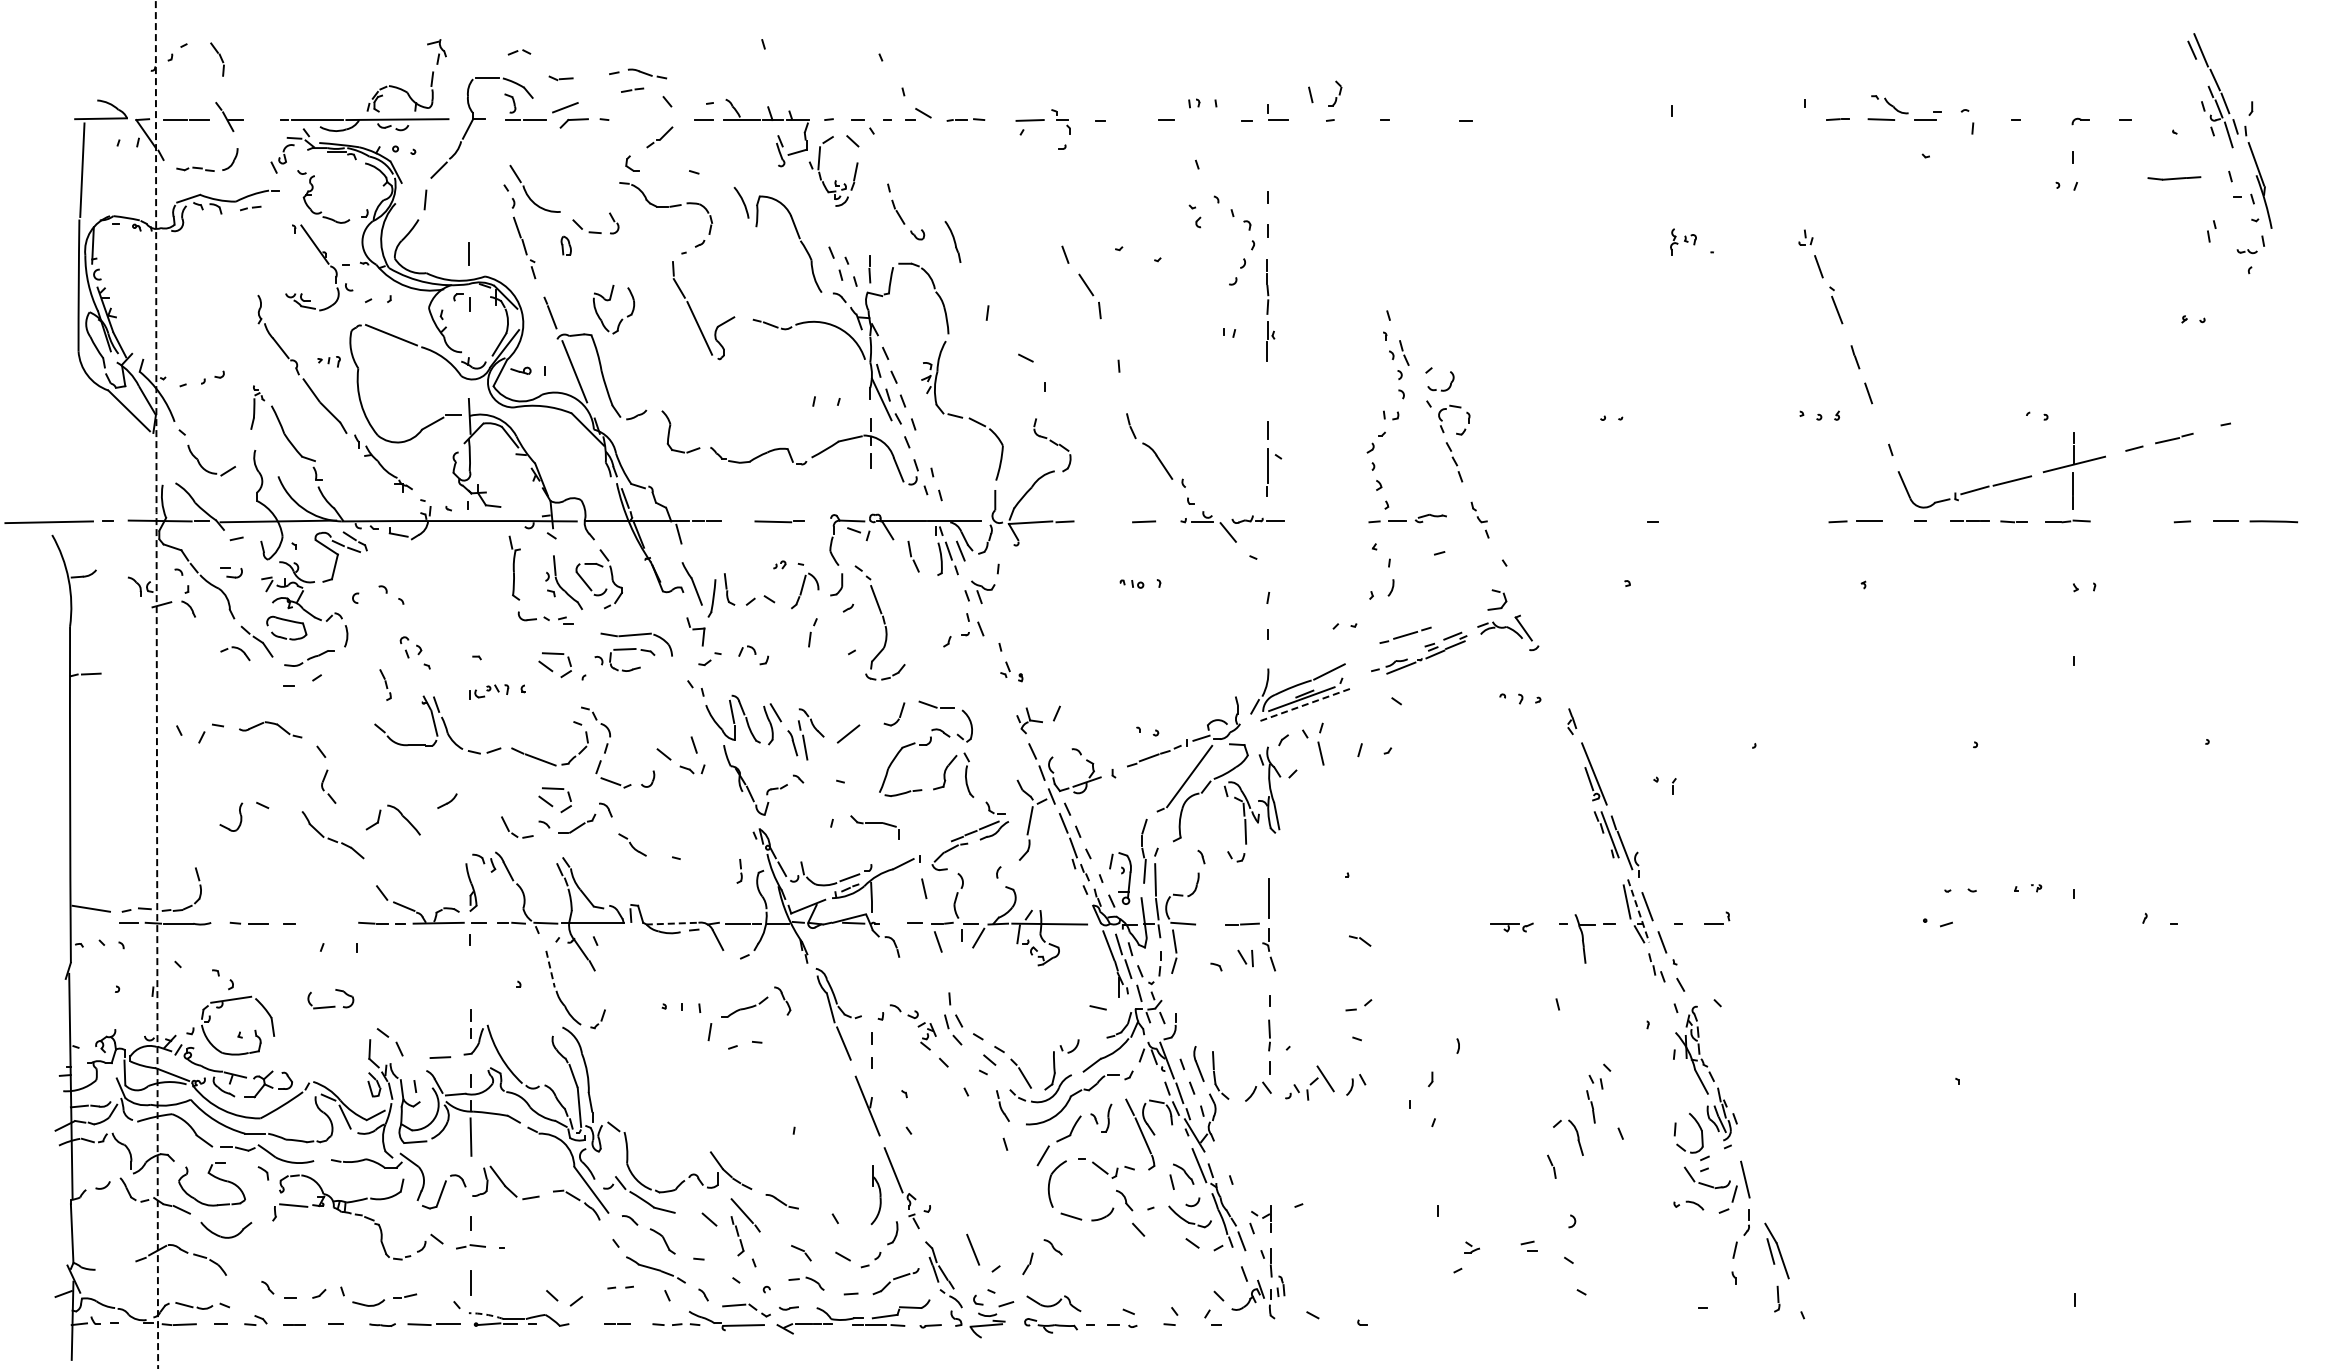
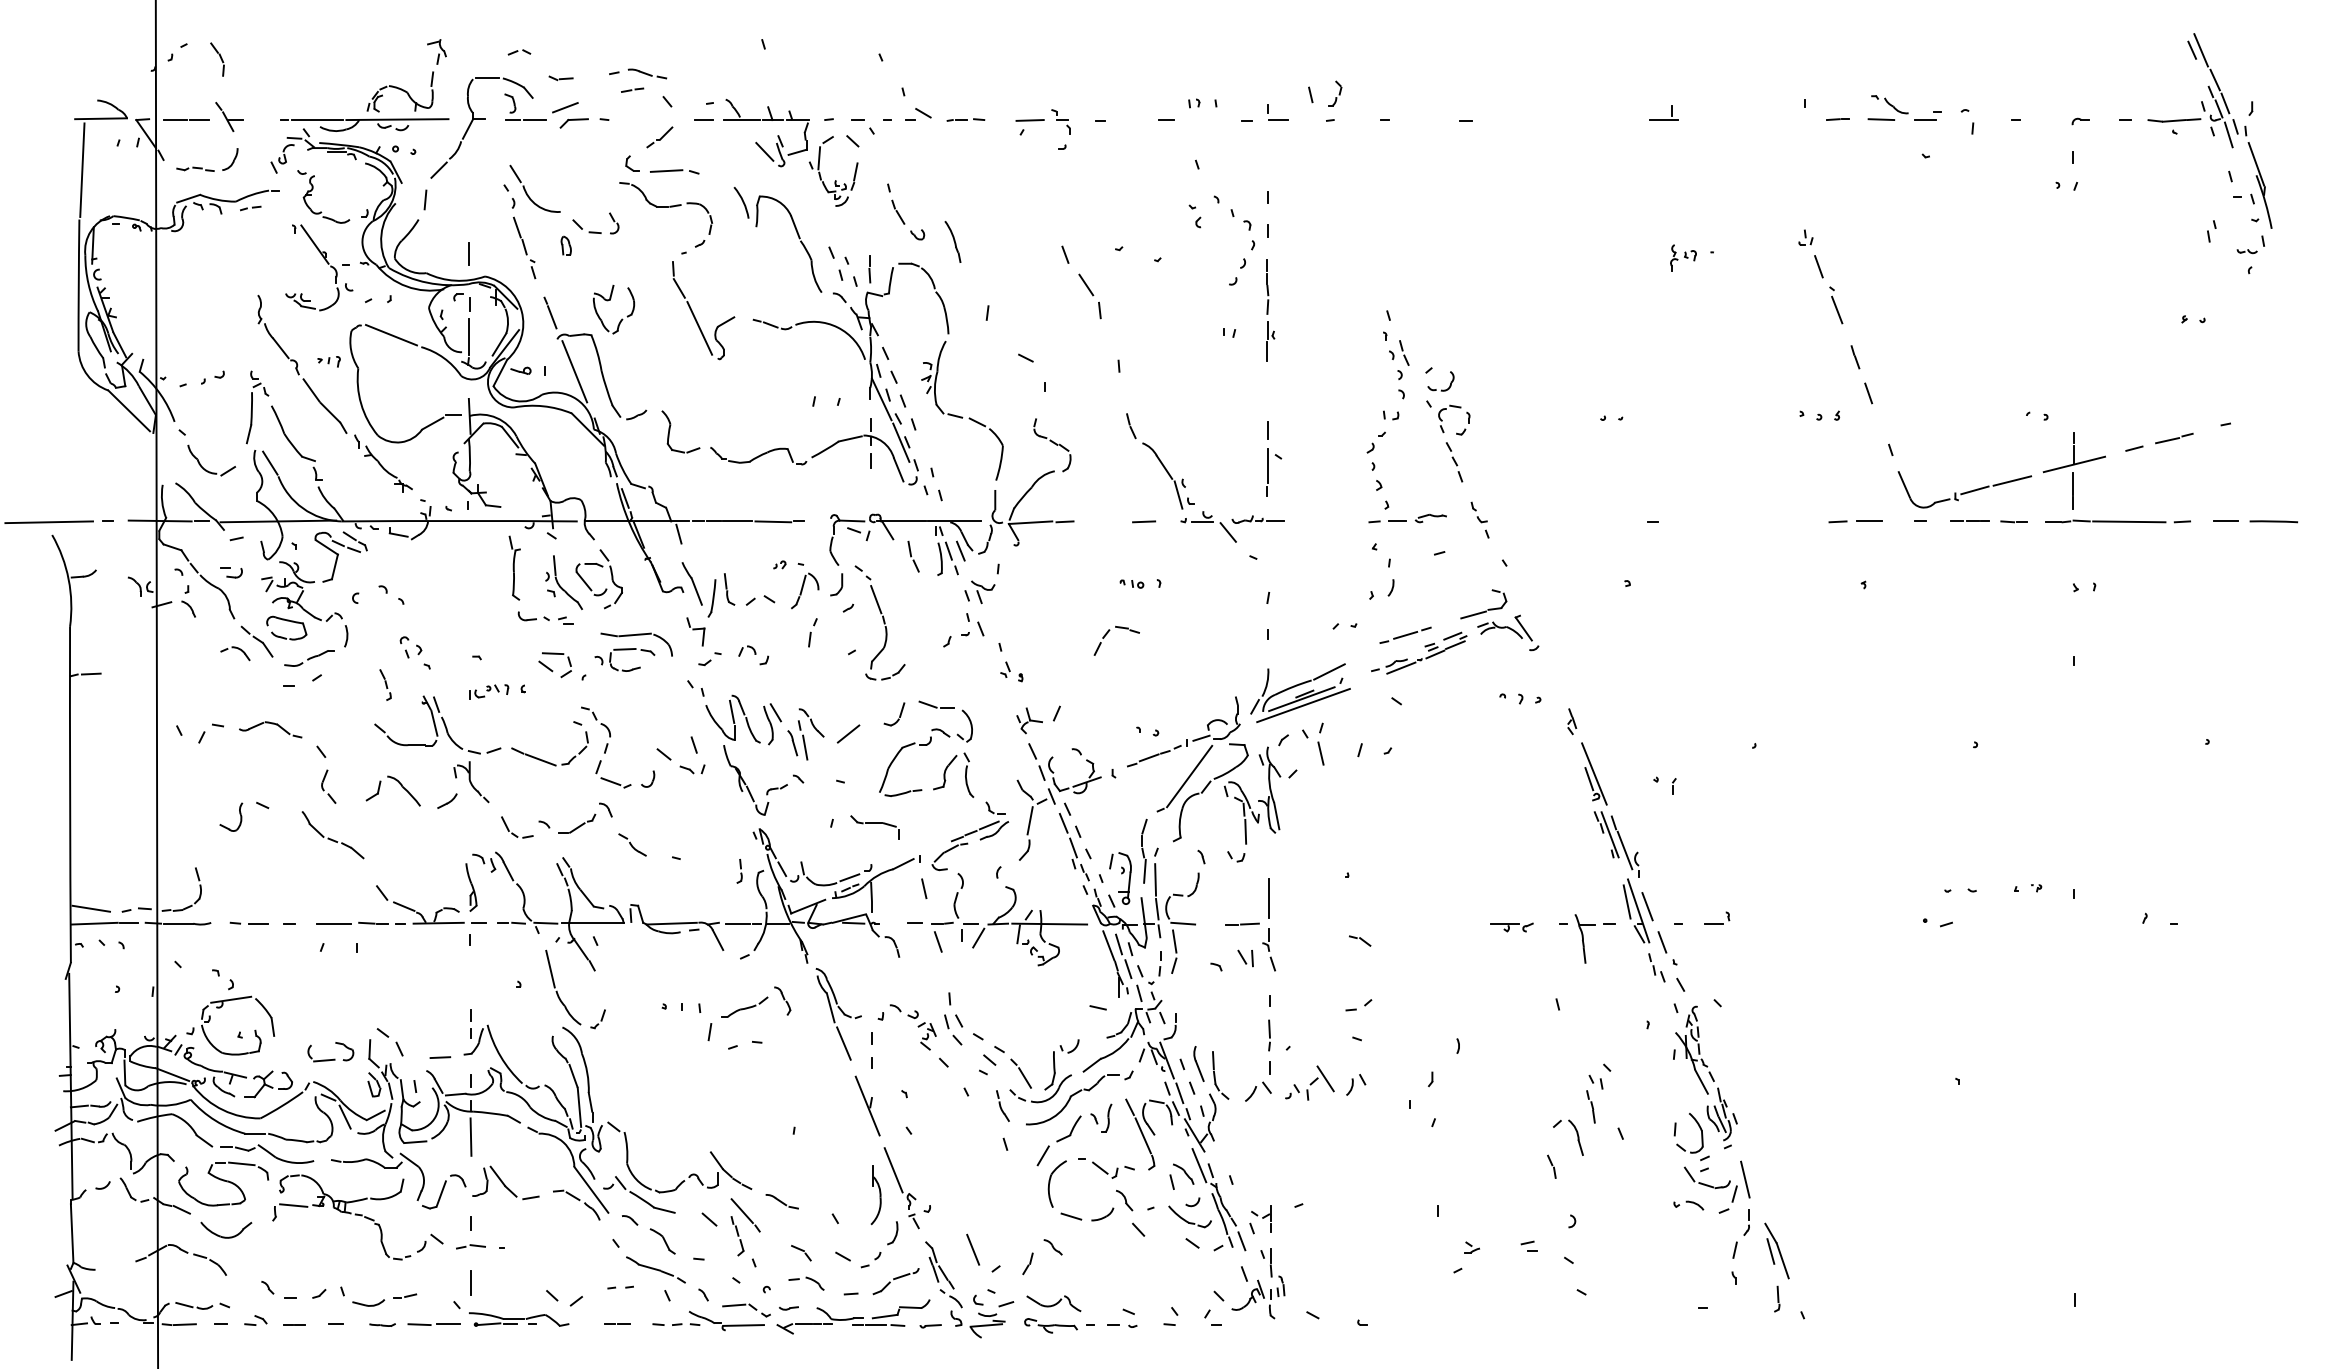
line at (1664, 120): none -> present
line at (764, 151): none -> present
line at (666, 170): none -> present
part at (2174, 178) position: (2174, 178) -> (2174, 120)
part at (1683, 241) position: (1683, 241) -> (1683, 257)
line at (468, 336): none -> present
part at (257, 407) size: 16x45 px -> 24x75 px
line at (901, 442): none -> present
line at (270, 462): none -> present
line at (1178, 494): none -> present
line at (737, 521): none -> present
line at (2129, 521): none -> present
line at (1473, 614): none -> present
part at (1107, 634): none -> present
circle at (156, 684): dashed -> solid
line at (1303, 705): dashed -> solid
part at (471, 782): none -> present
part at (554, 800): present -> none
part at (399, 813) position: (399, 813) -> (399, 784)
line at (1638, 911): dashed -> solid
line at (94, 923): none -> present
line at (333, 923): none -> present
line at (671, 923): dashed -> solid
line at (550, 969): dashed -> solid
part at (333, 1005) position: (333, 1005) -> (333, 1058)
line at (241, 1163): none -> present
arc at (486, 1314): dashed -> solid
